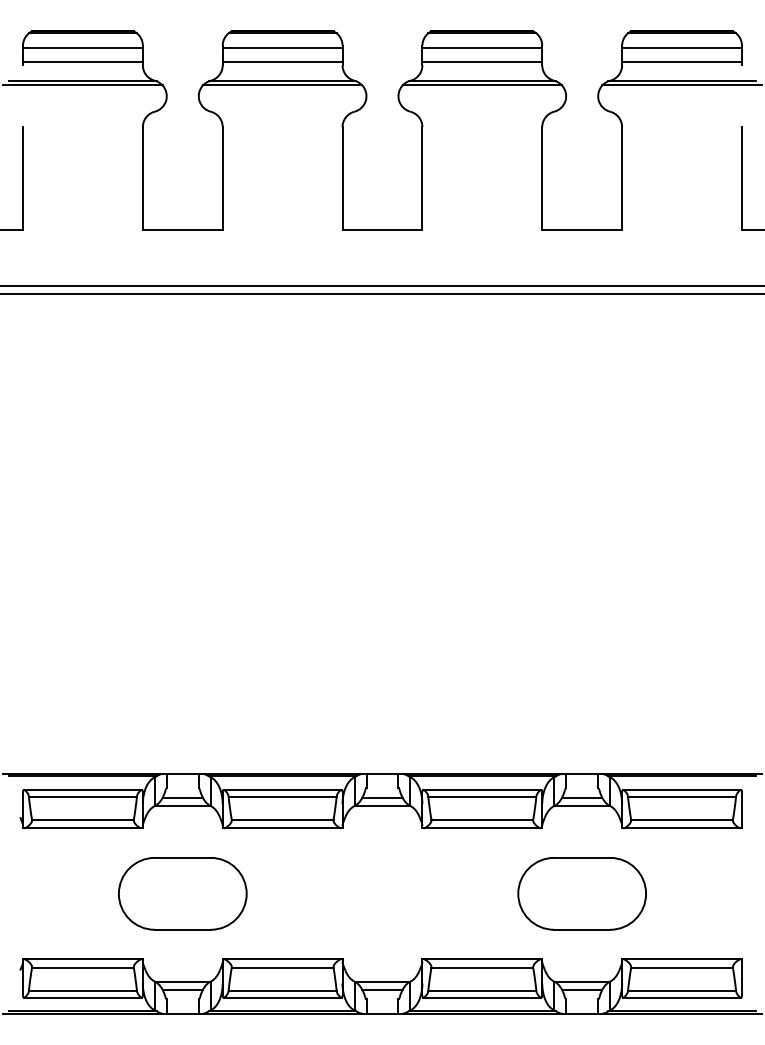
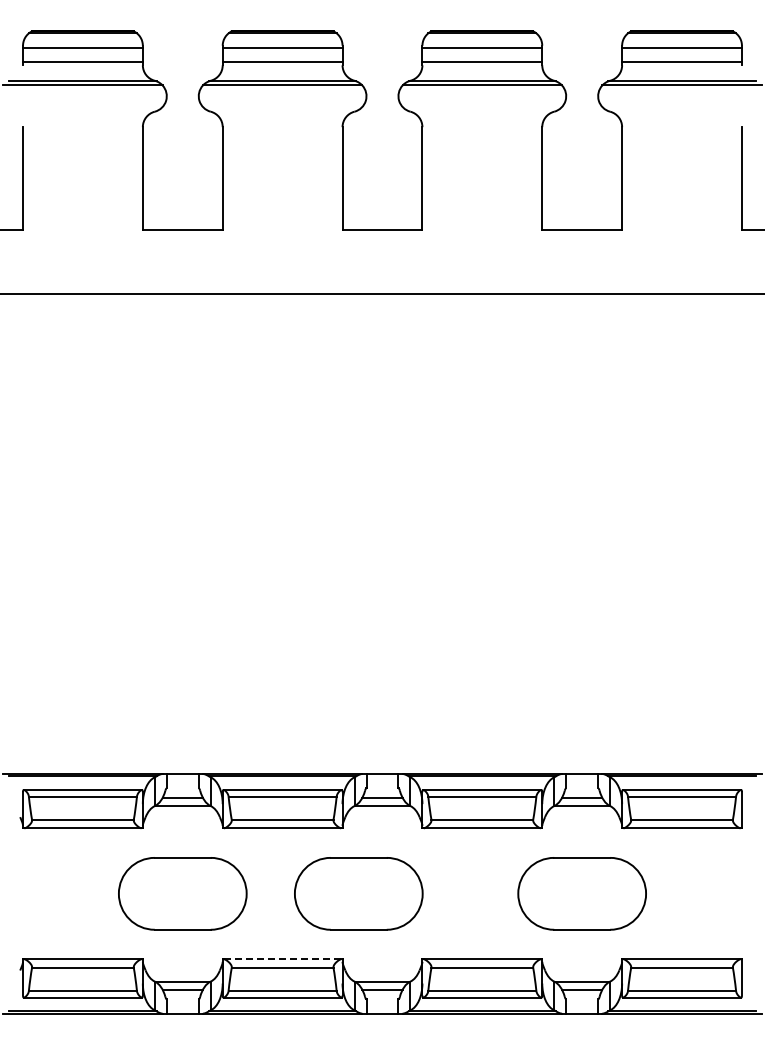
line at (381, 286): present -> none
part at (358, 893): none -> present
line at (282, 959): solid -> dashed
